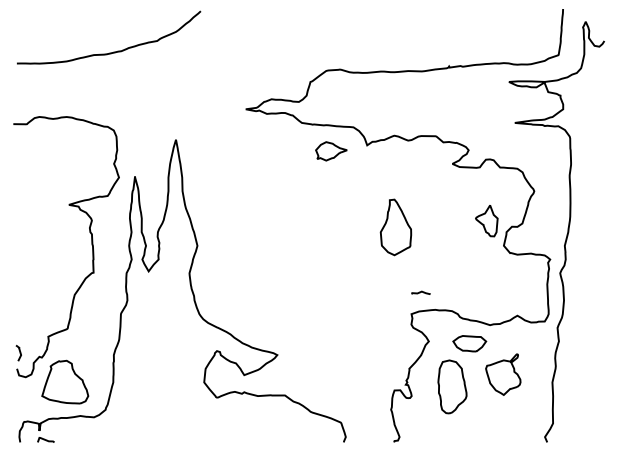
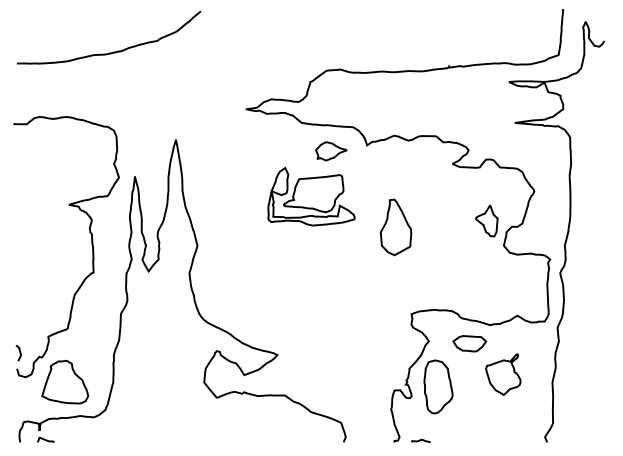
part at (311, 196): none -> present
curve at (420, 292) position: (420, 292) -> (420, 440)
part at (452, 386) position: (452, 386) -> (438, 386)
